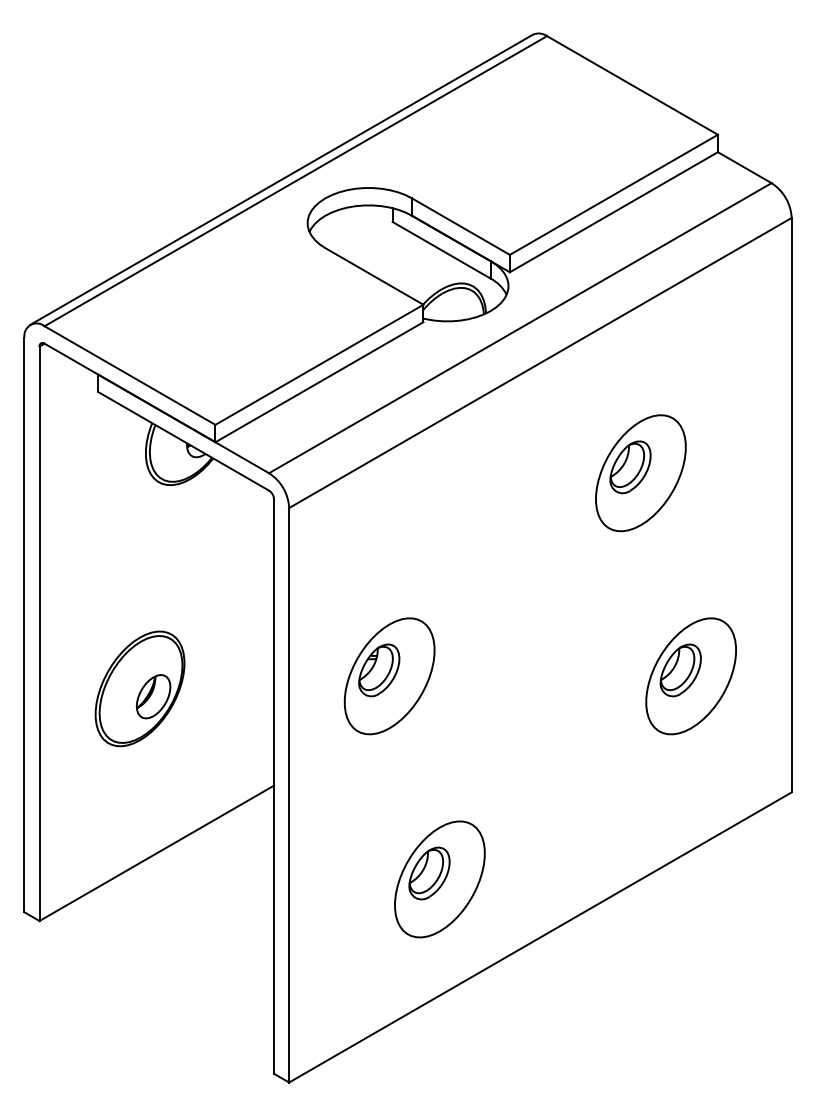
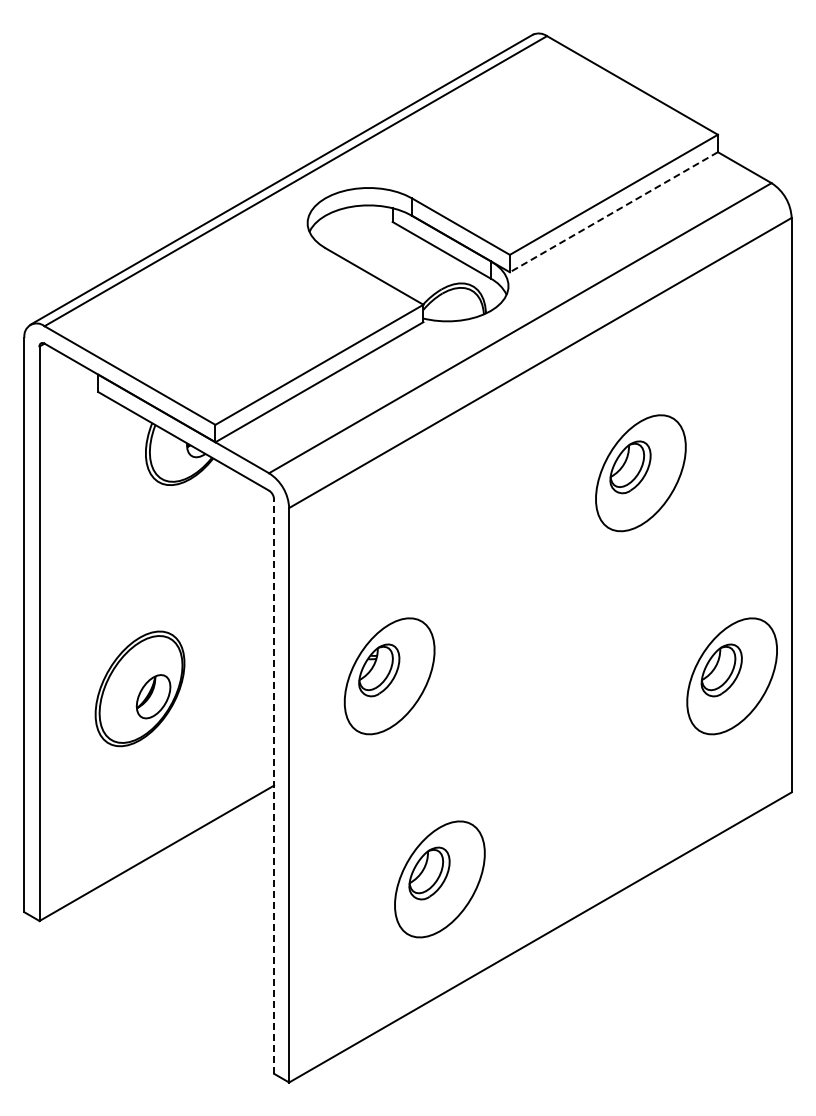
line at (613, 212): solid -> dashed
part at (690, 676) position: (690, 676) -> (731, 676)
line at (274, 786): solid -> dashed
